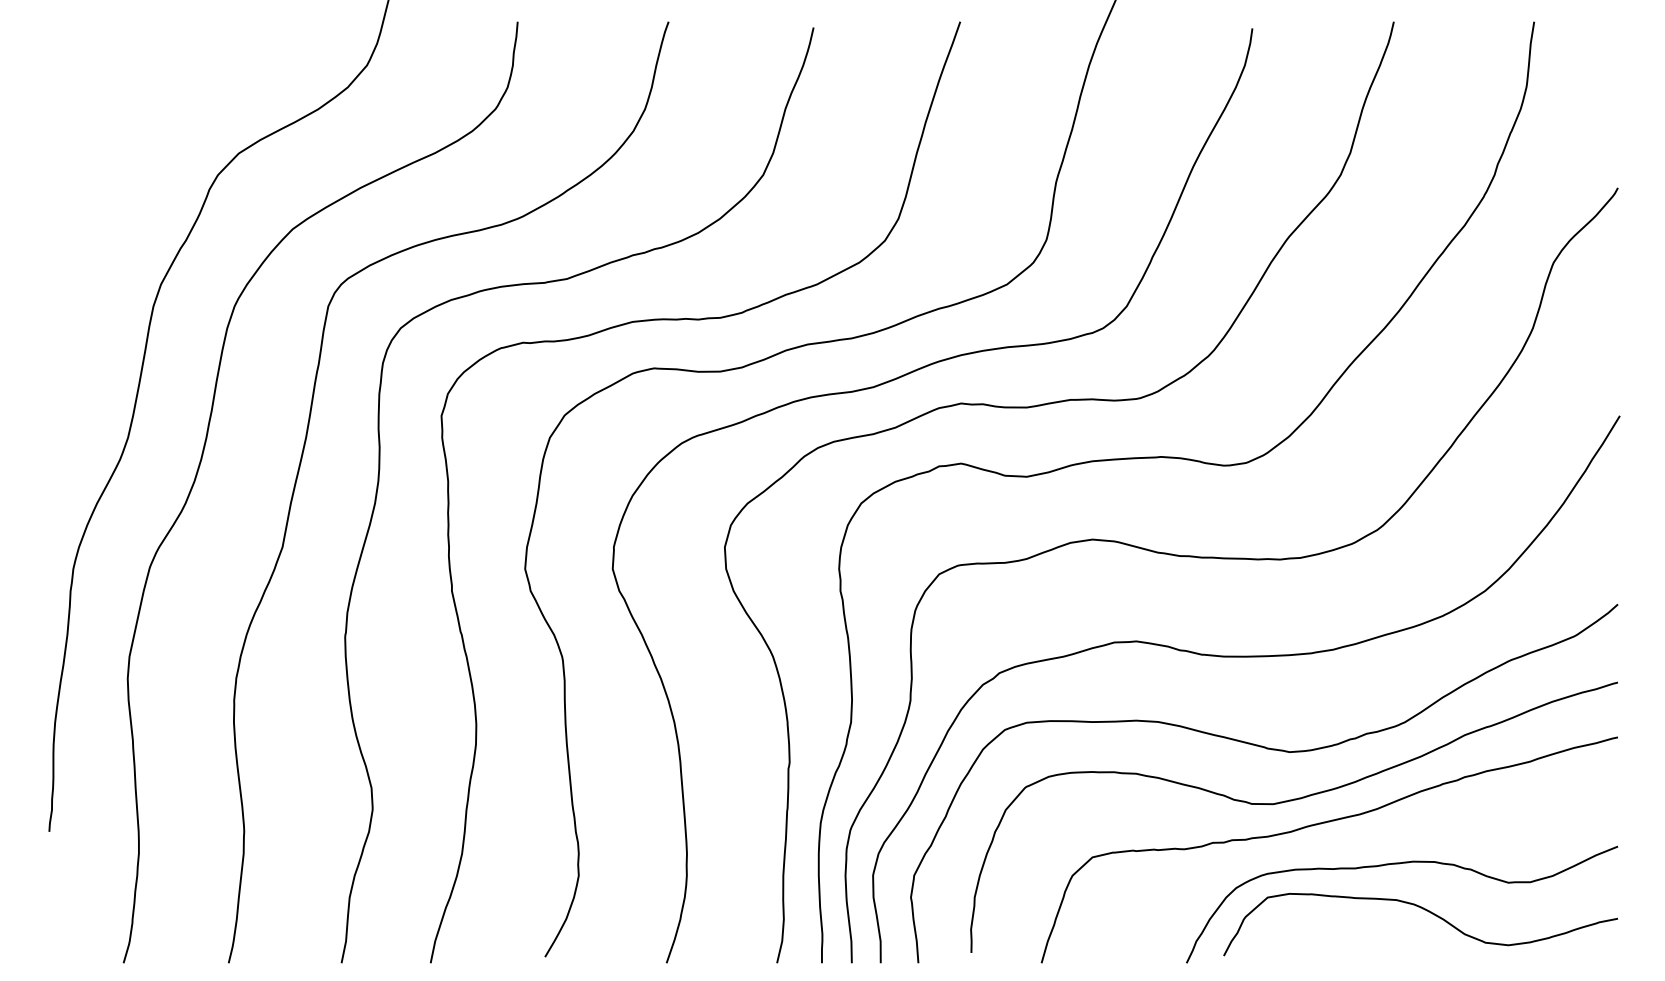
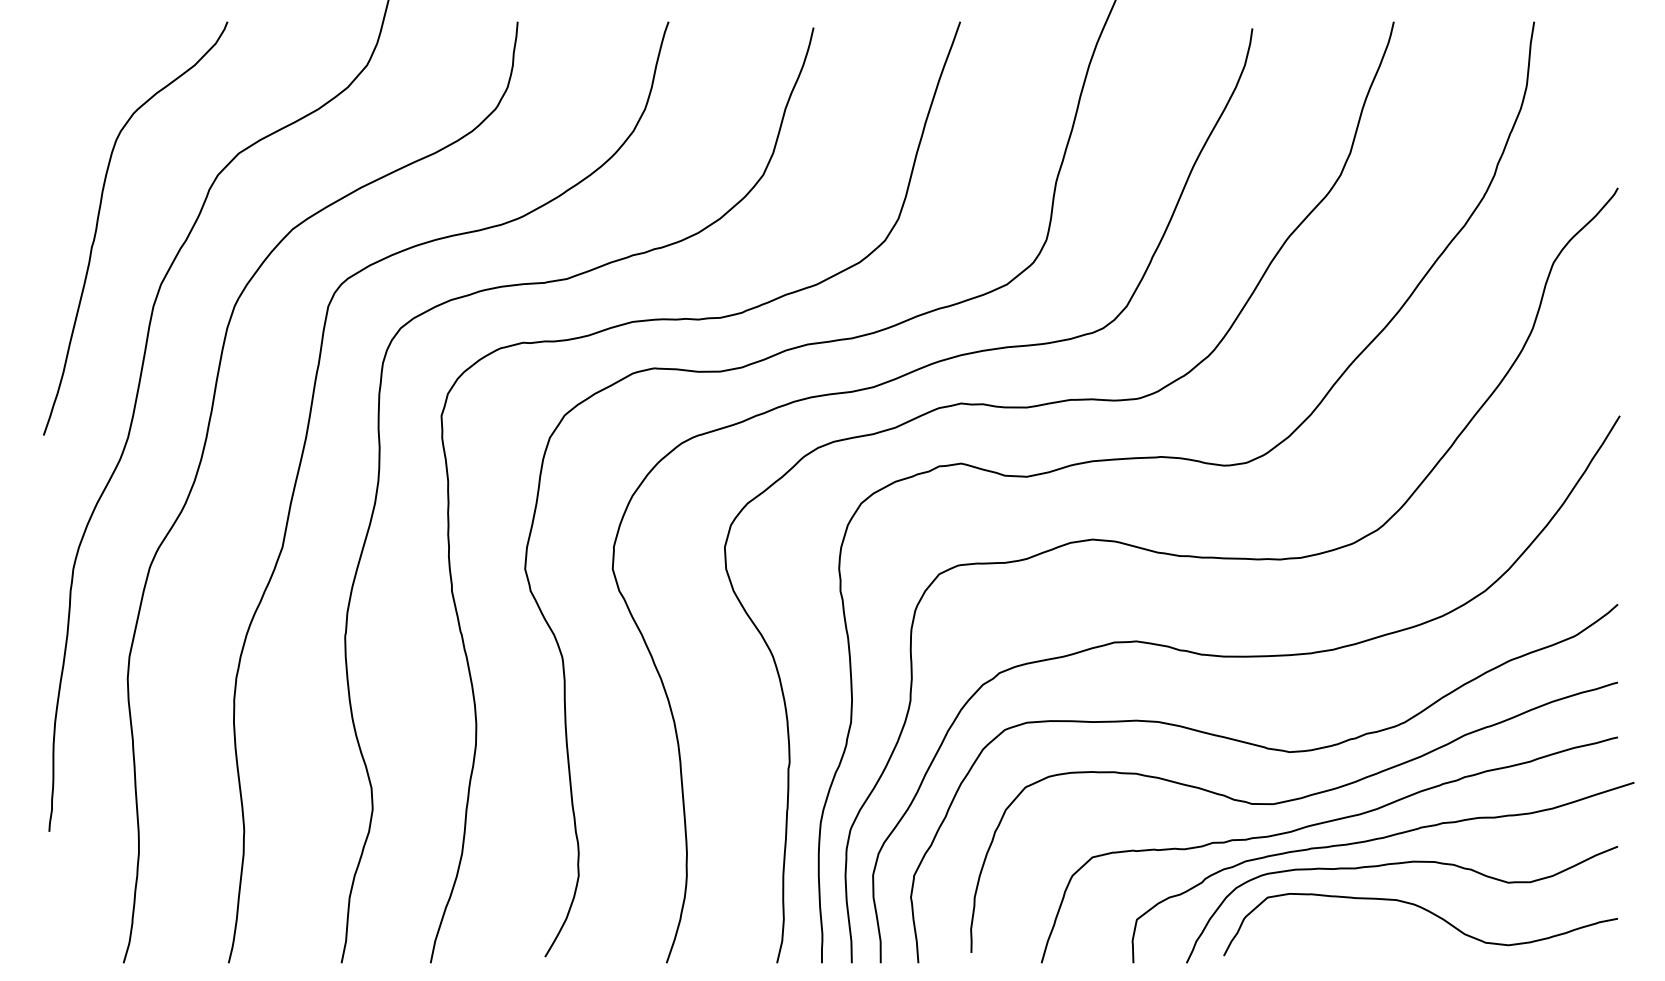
curve at (98, 223): none -> present
curve at (1375, 840): none -> present
